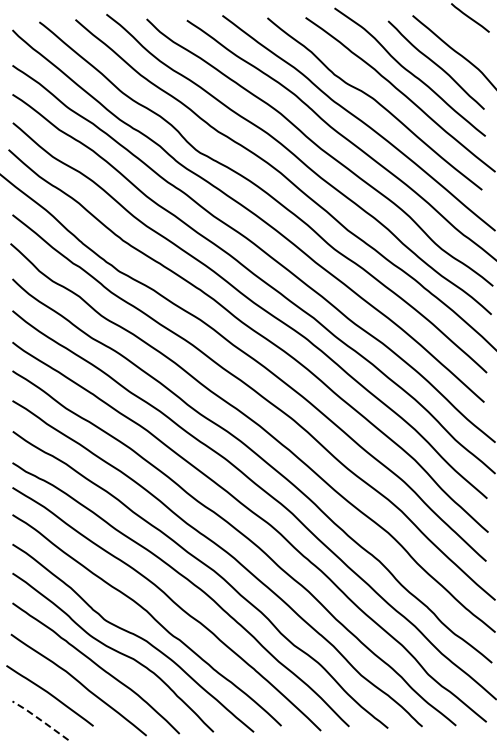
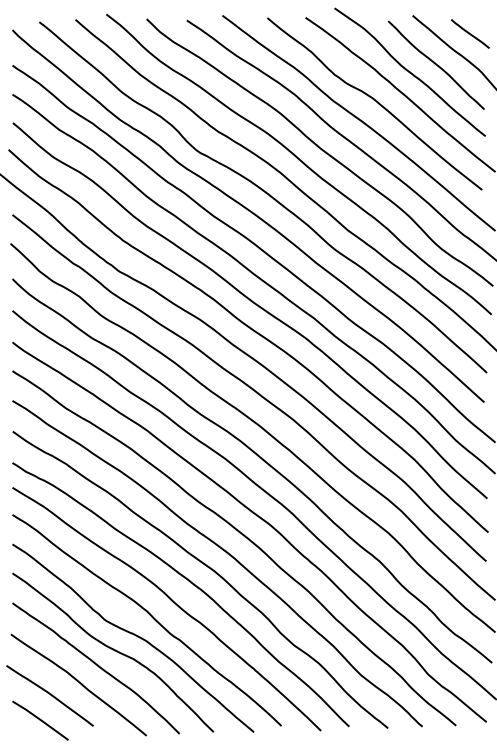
line at (470, 17) position: (470, 17) -> (470, 33)
line at (40, 719): dashed -> solid
